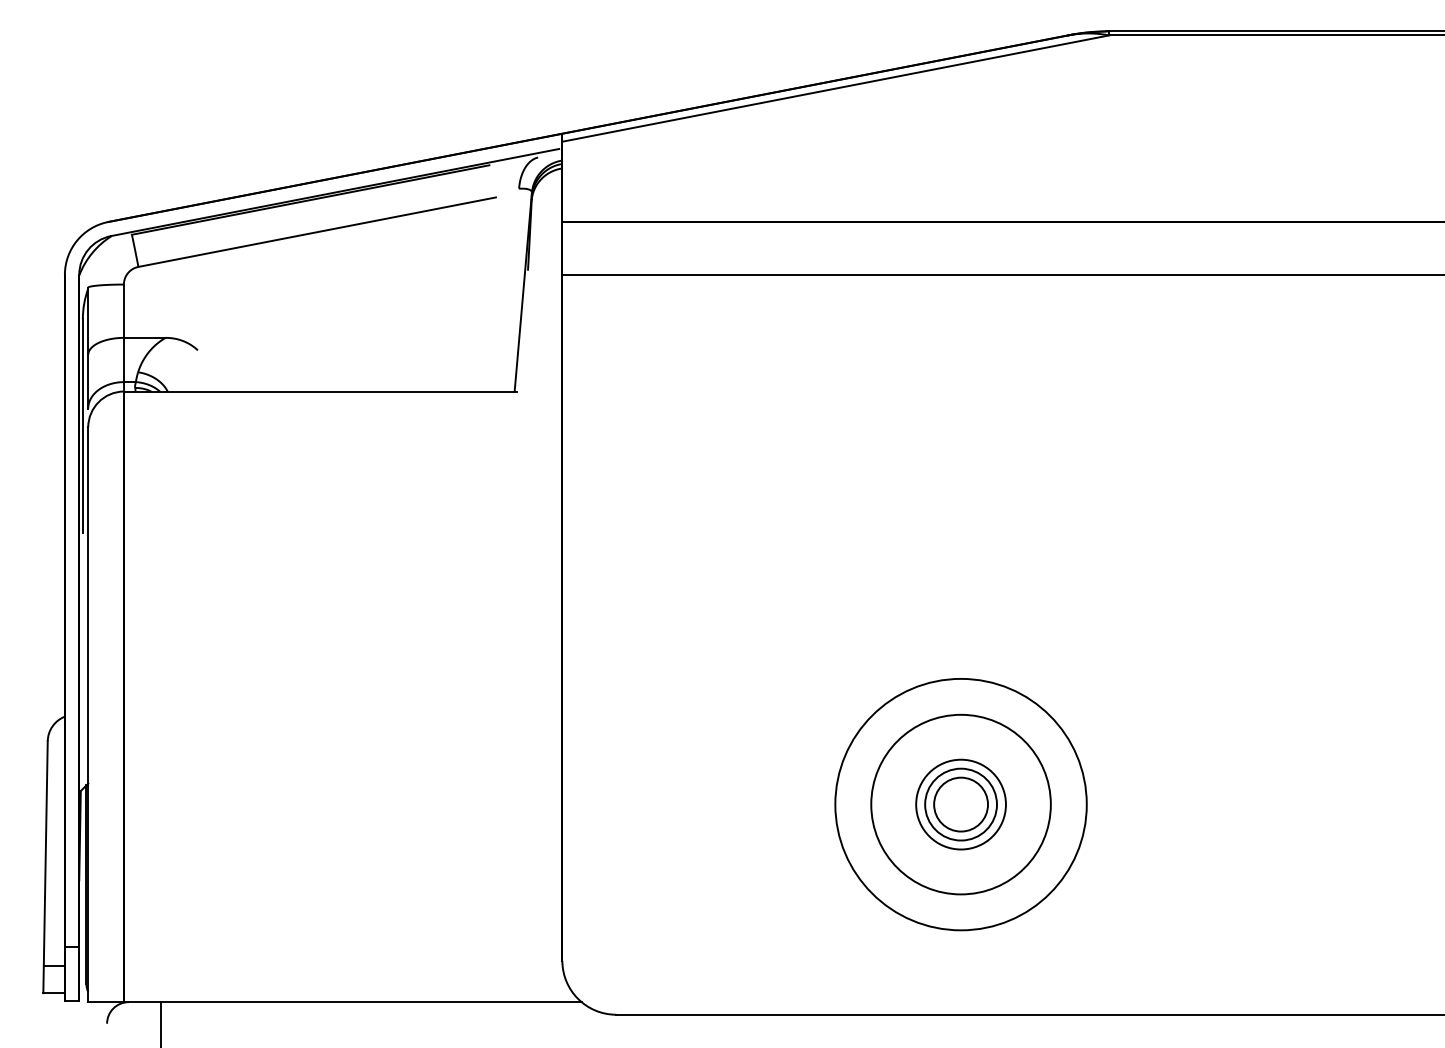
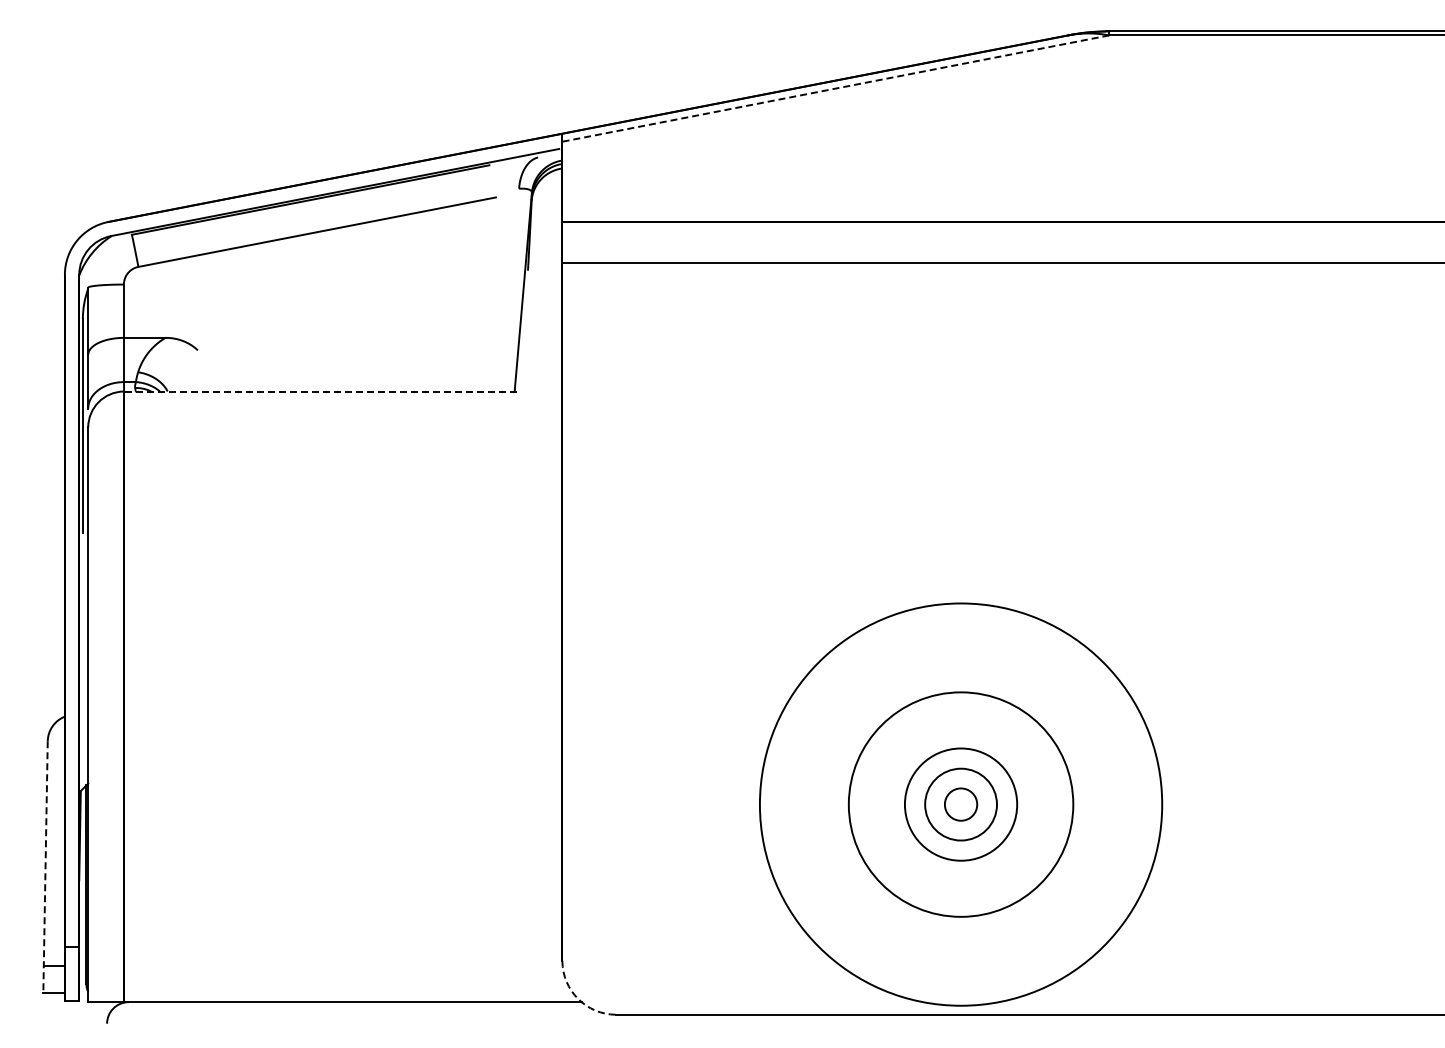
line at (835, 88): solid -> dashed
line at (1001, 274) position: (1001, 274) -> (1001, 262)
line at (320, 391): solid -> dashed
circle at (960, 804) diameter: 180 px -> 224 px
circle at (960, 804) diameter: 251 px -> 402 px
circle at (960, 804) diameter: 90 px -> 112 px
circle at (961, 804) diameter: 54 px -> 32 px
line at (45, 867): solid -> dashed
arc at (578, 998): solid -> dashed
line at (160, 1023): present -> none
